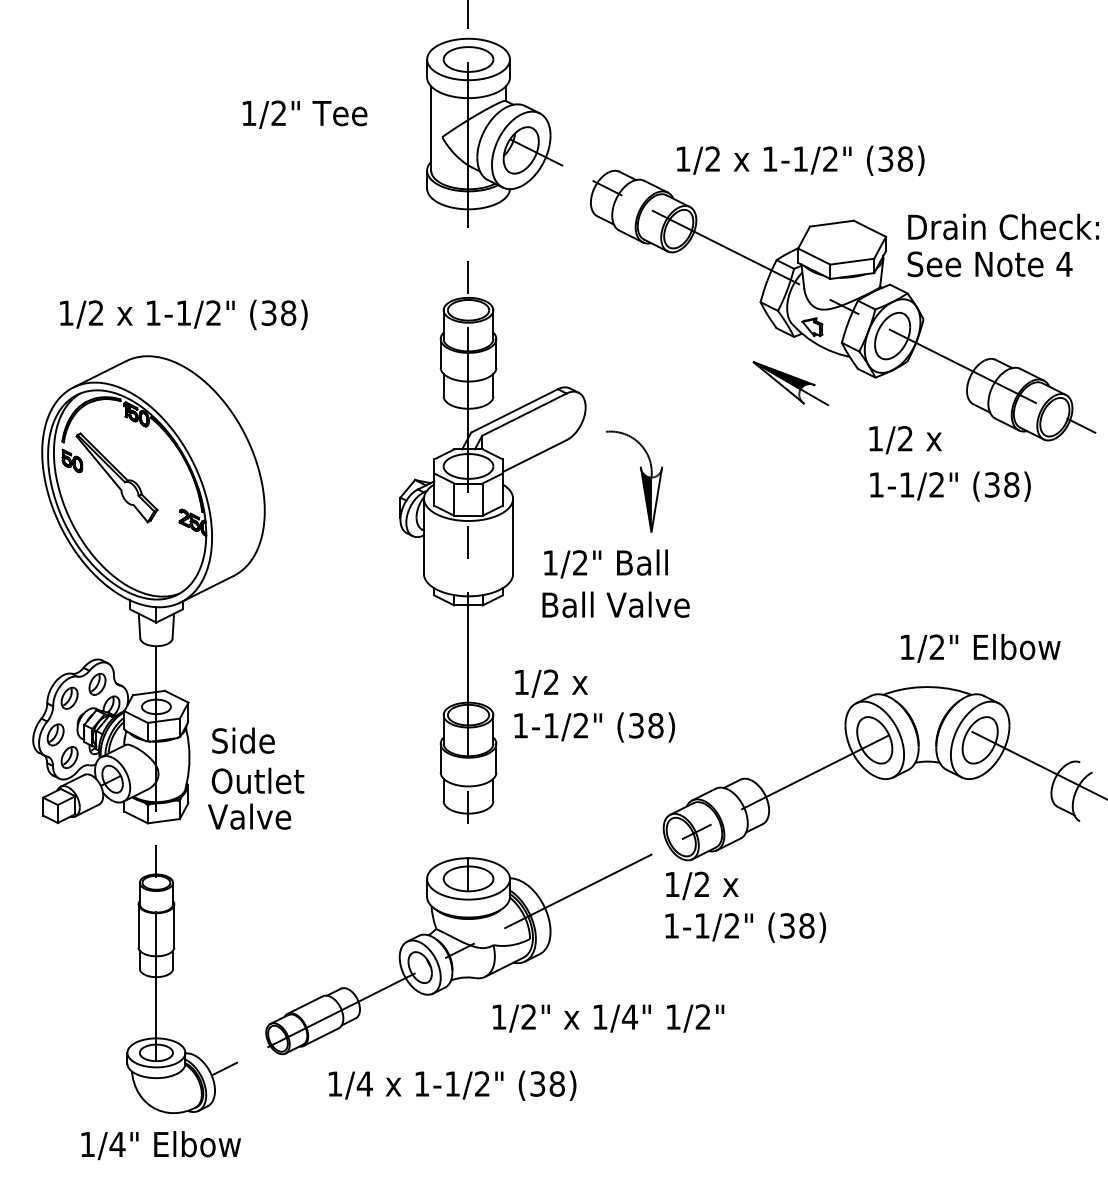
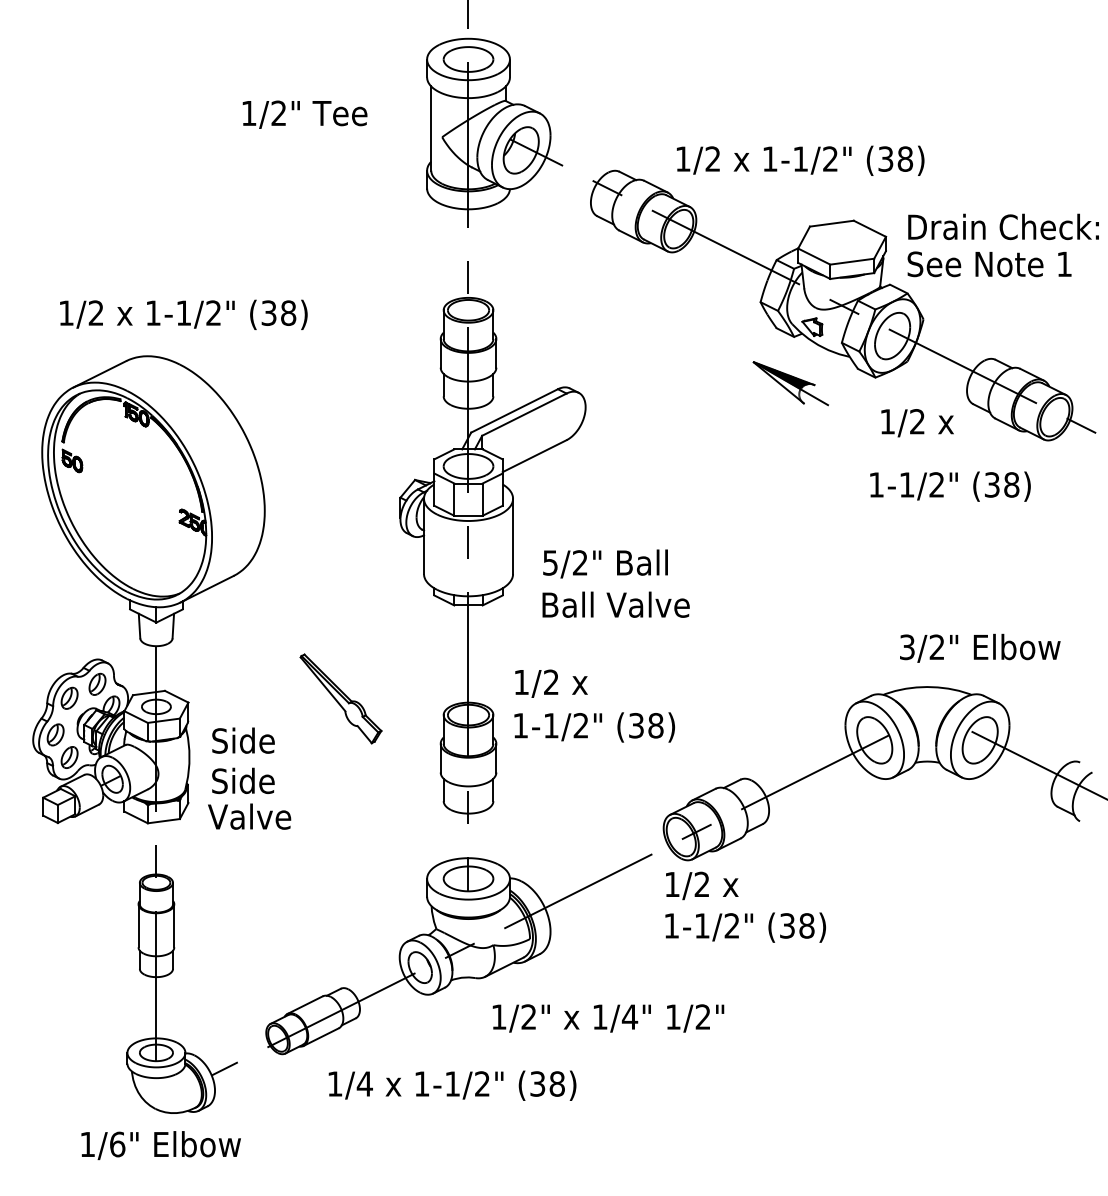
text at (1064, 263): 4 -> 1
text at (905, 440) position: (905, 440) -> (917, 423)
part at (116, 477) position: (116, 477) -> (340, 698)
part at (641, 478): present -> none
text at (550, 562): 1/2" -> 5/2"
text at (907, 647): 1/2" -> 3/2"
text at (257, 780): Outlet -> Side
text at (117, 1144): 1/4" -> 1/6"
